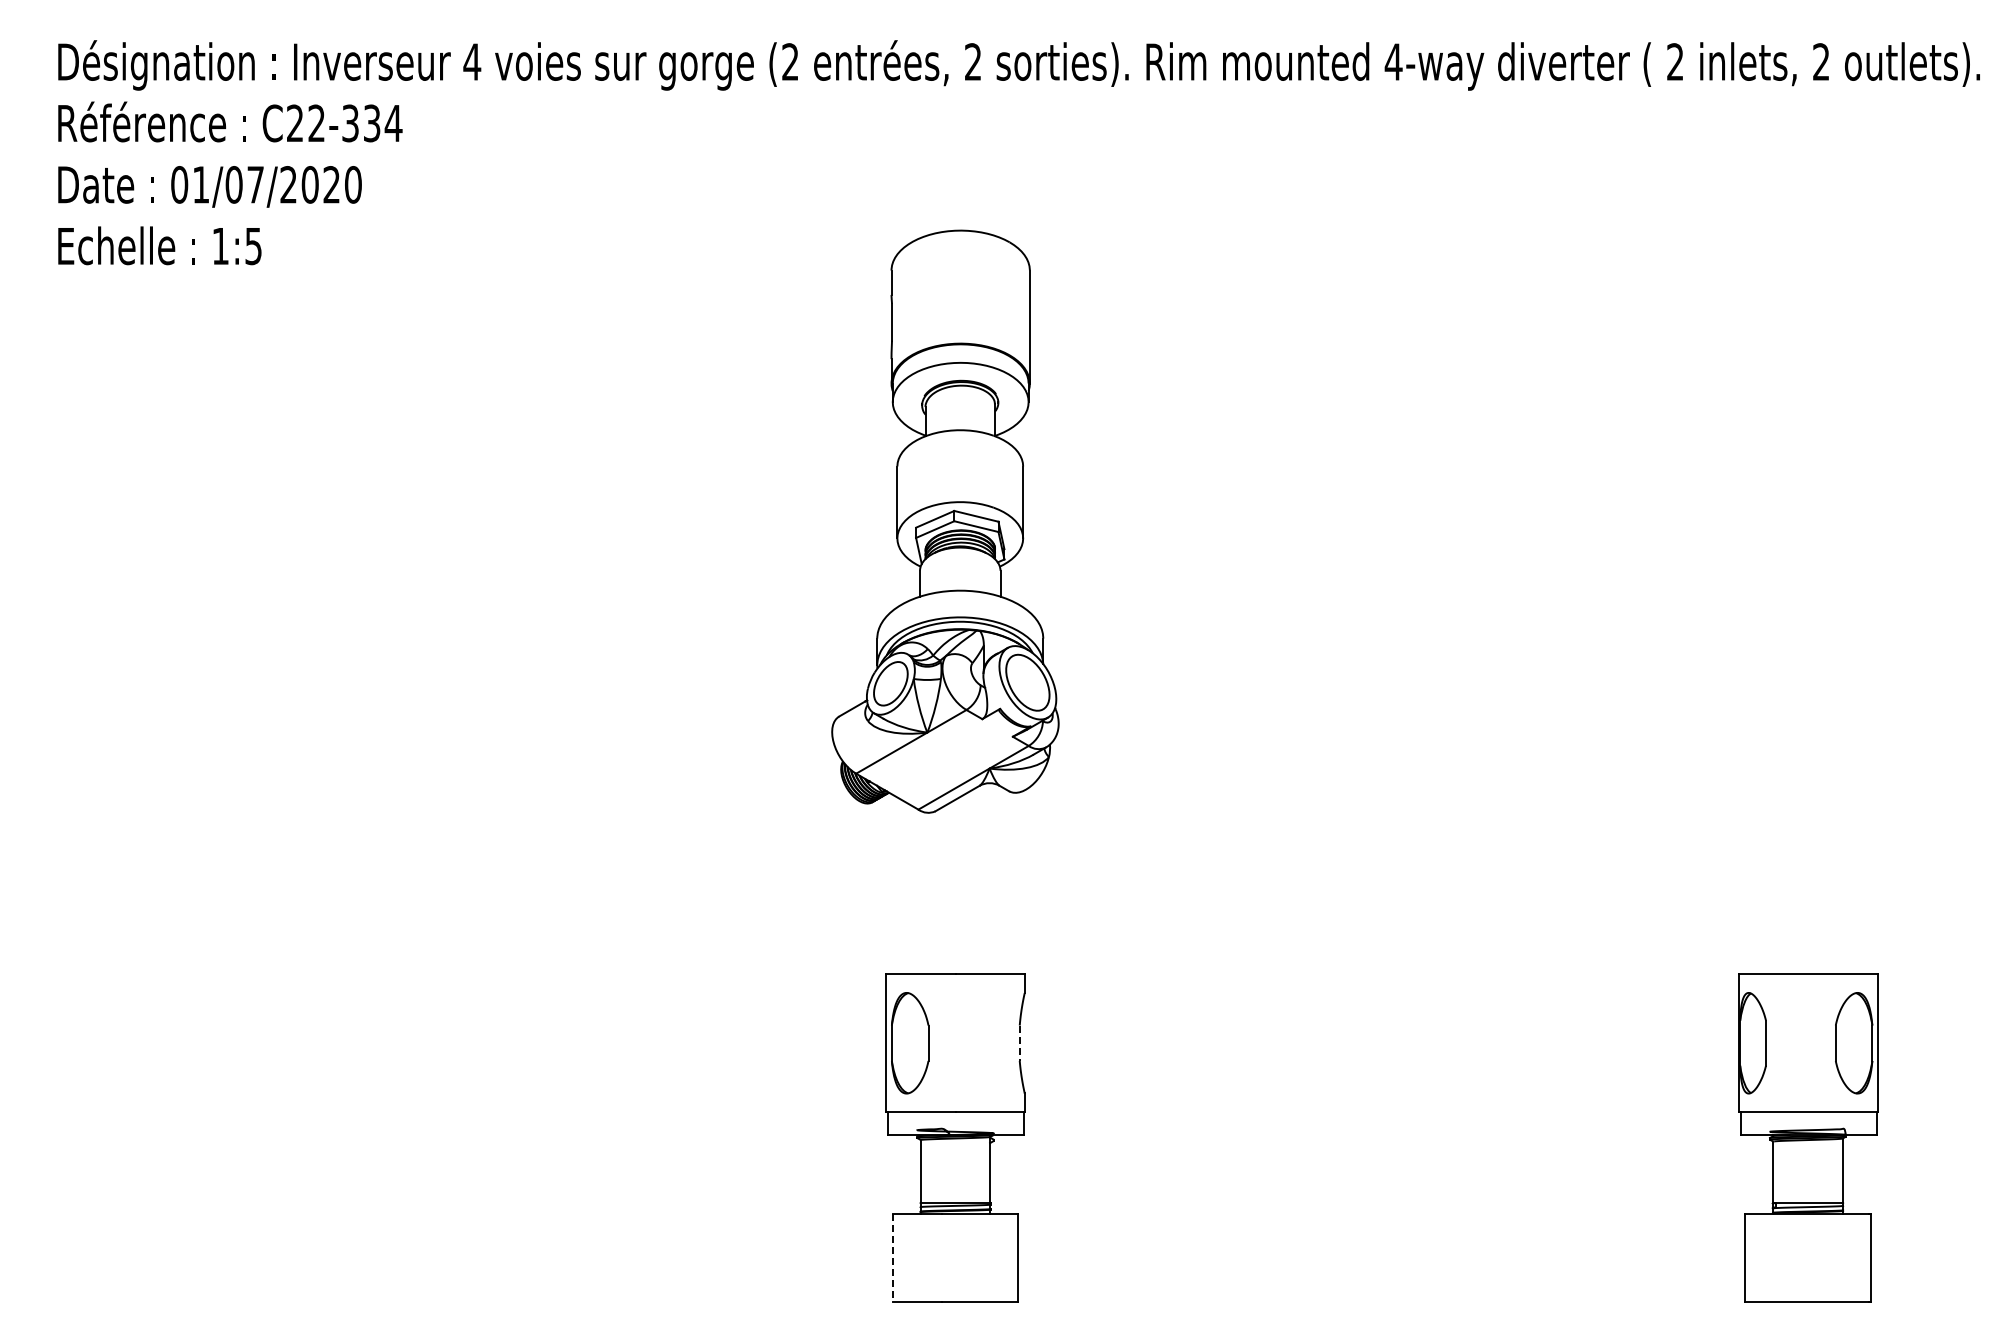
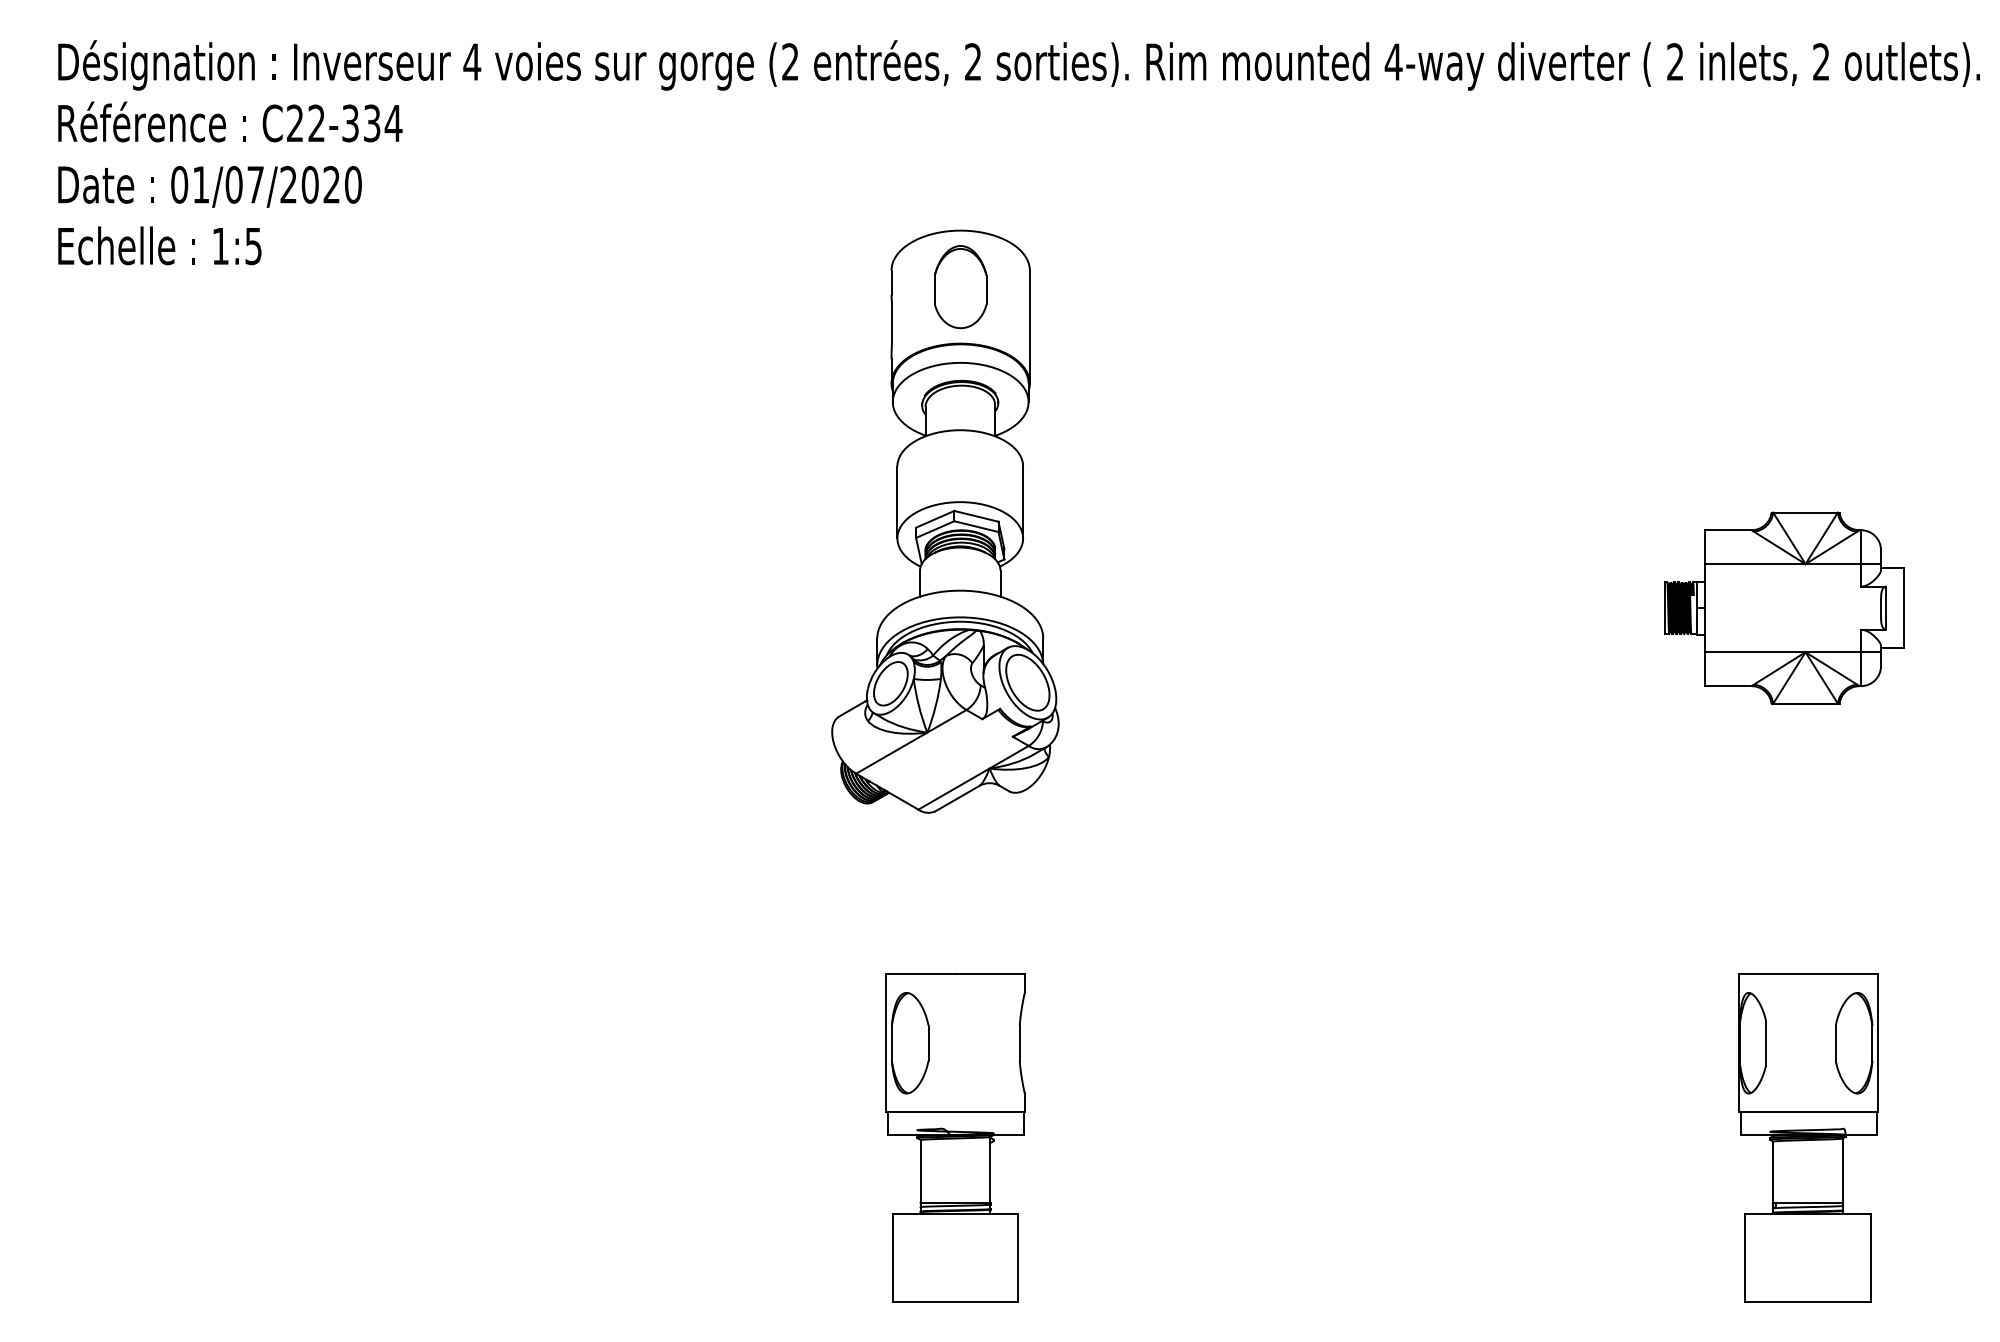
part at (960, 287): none -> present
part at (1784, 607): none -> present
line at (1019, 1043): dashed -> solid
line at (892, 1258): dashed -> solid
